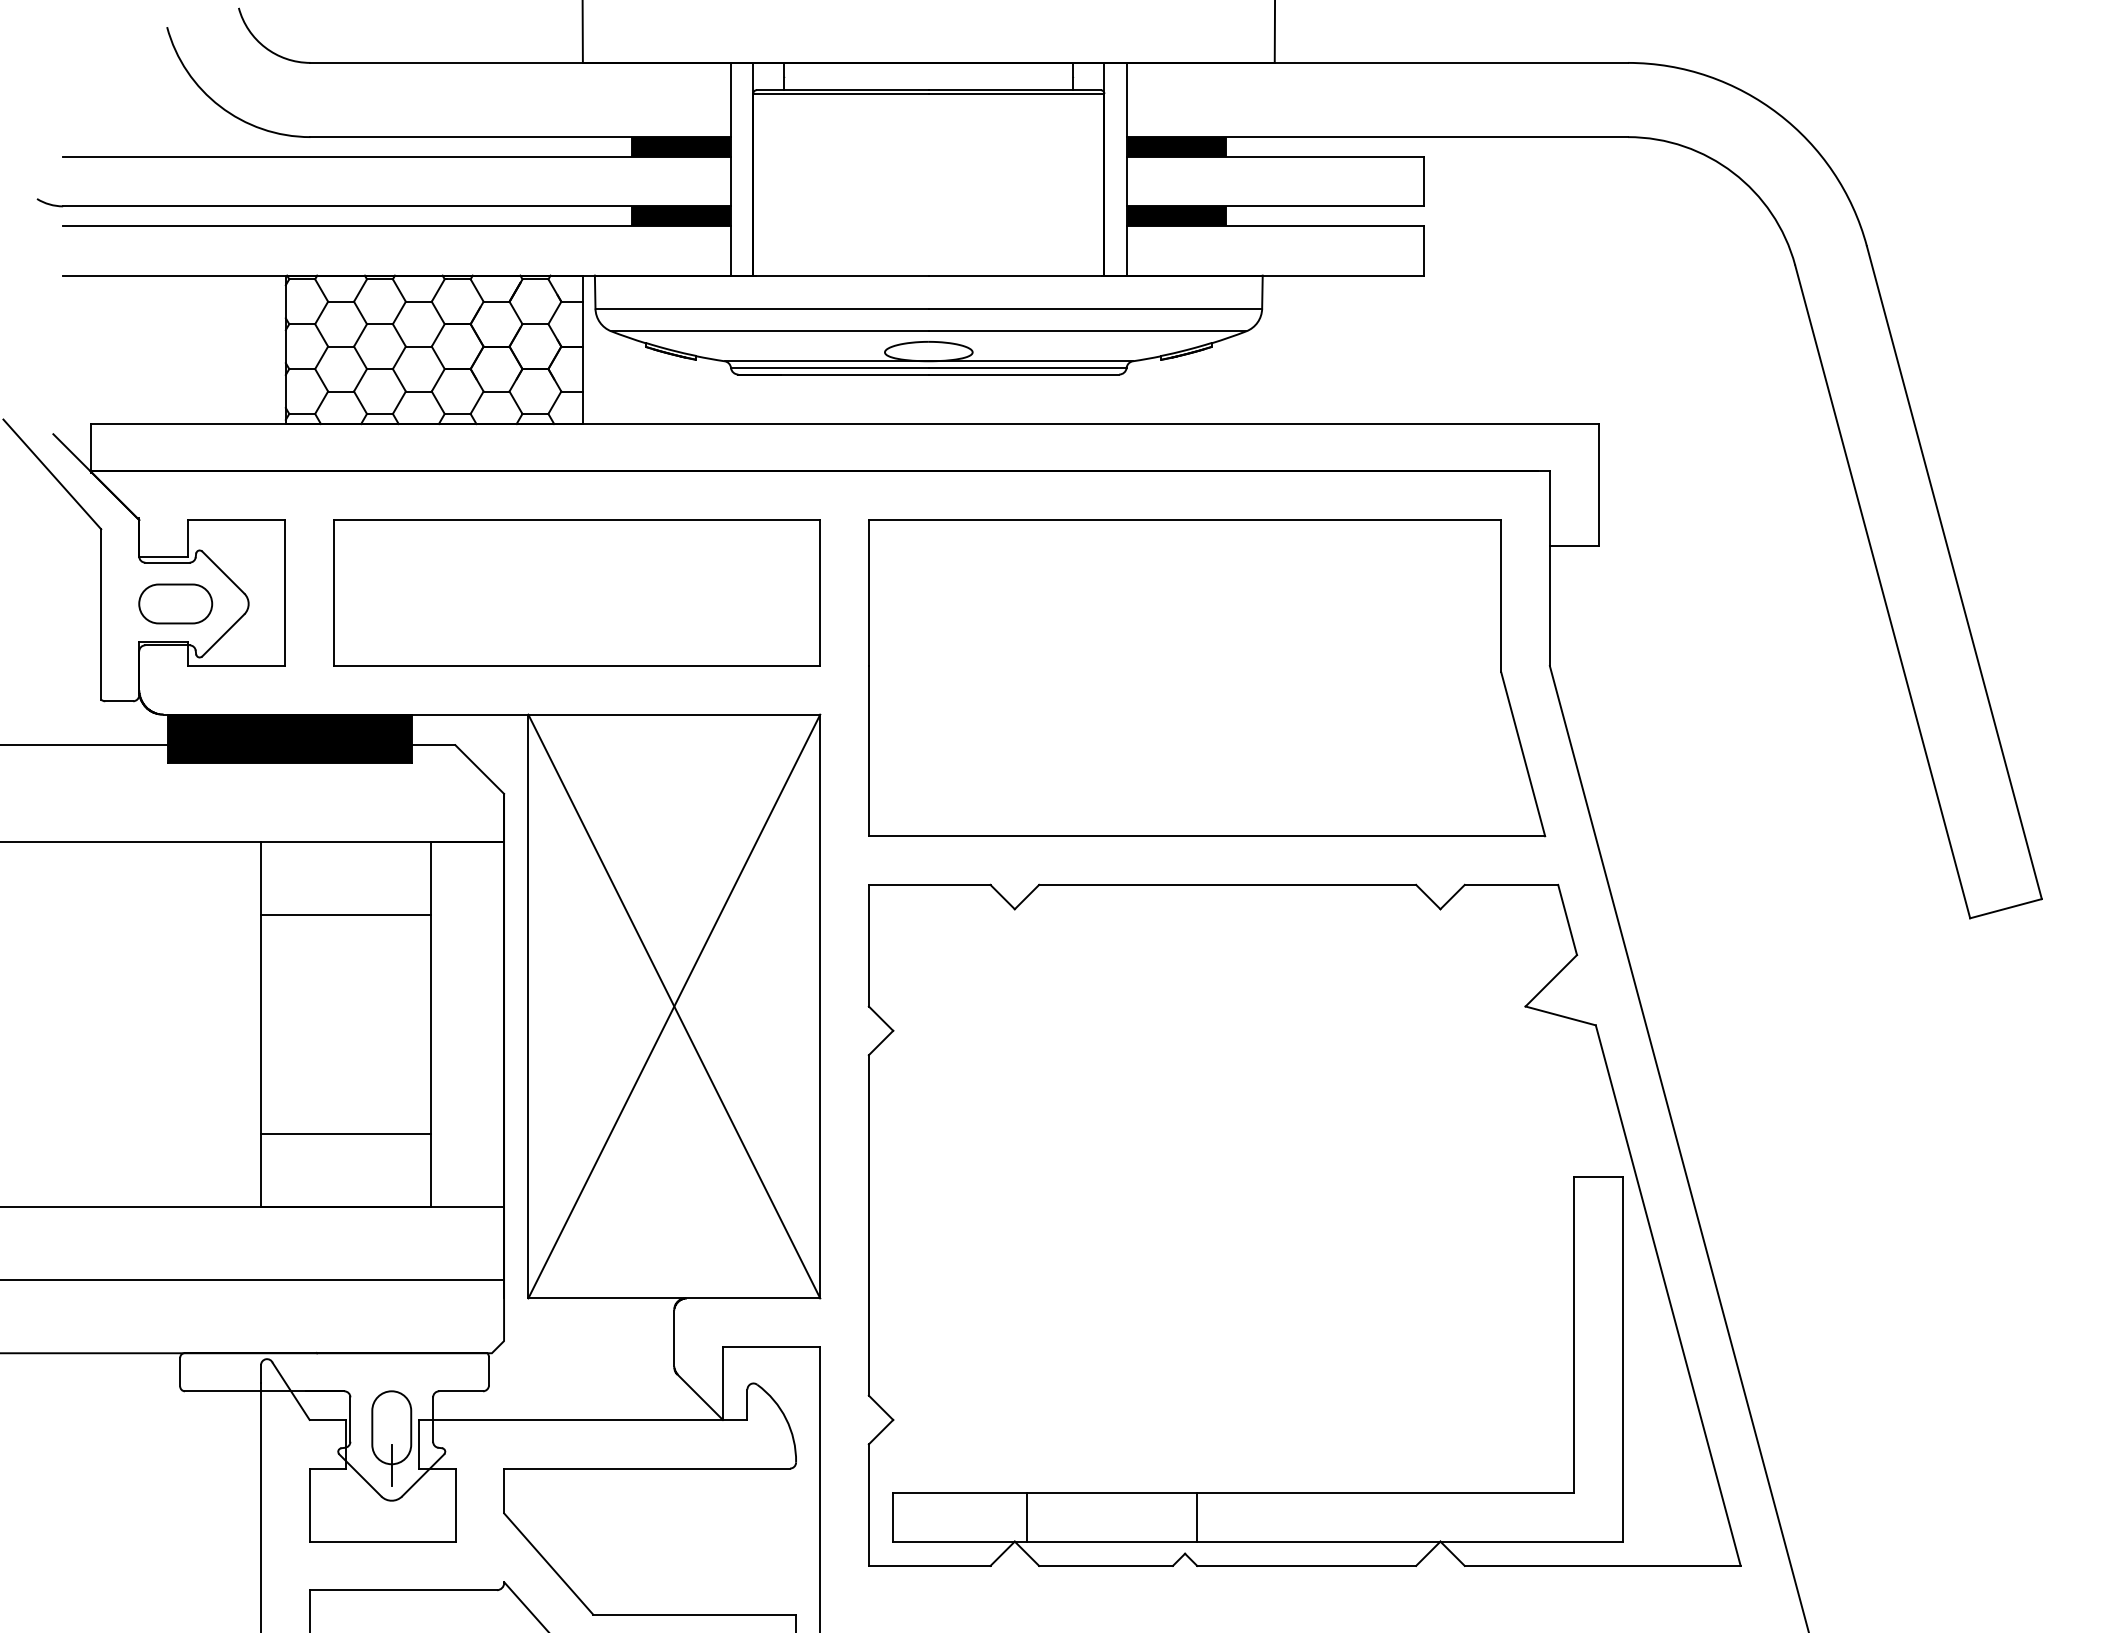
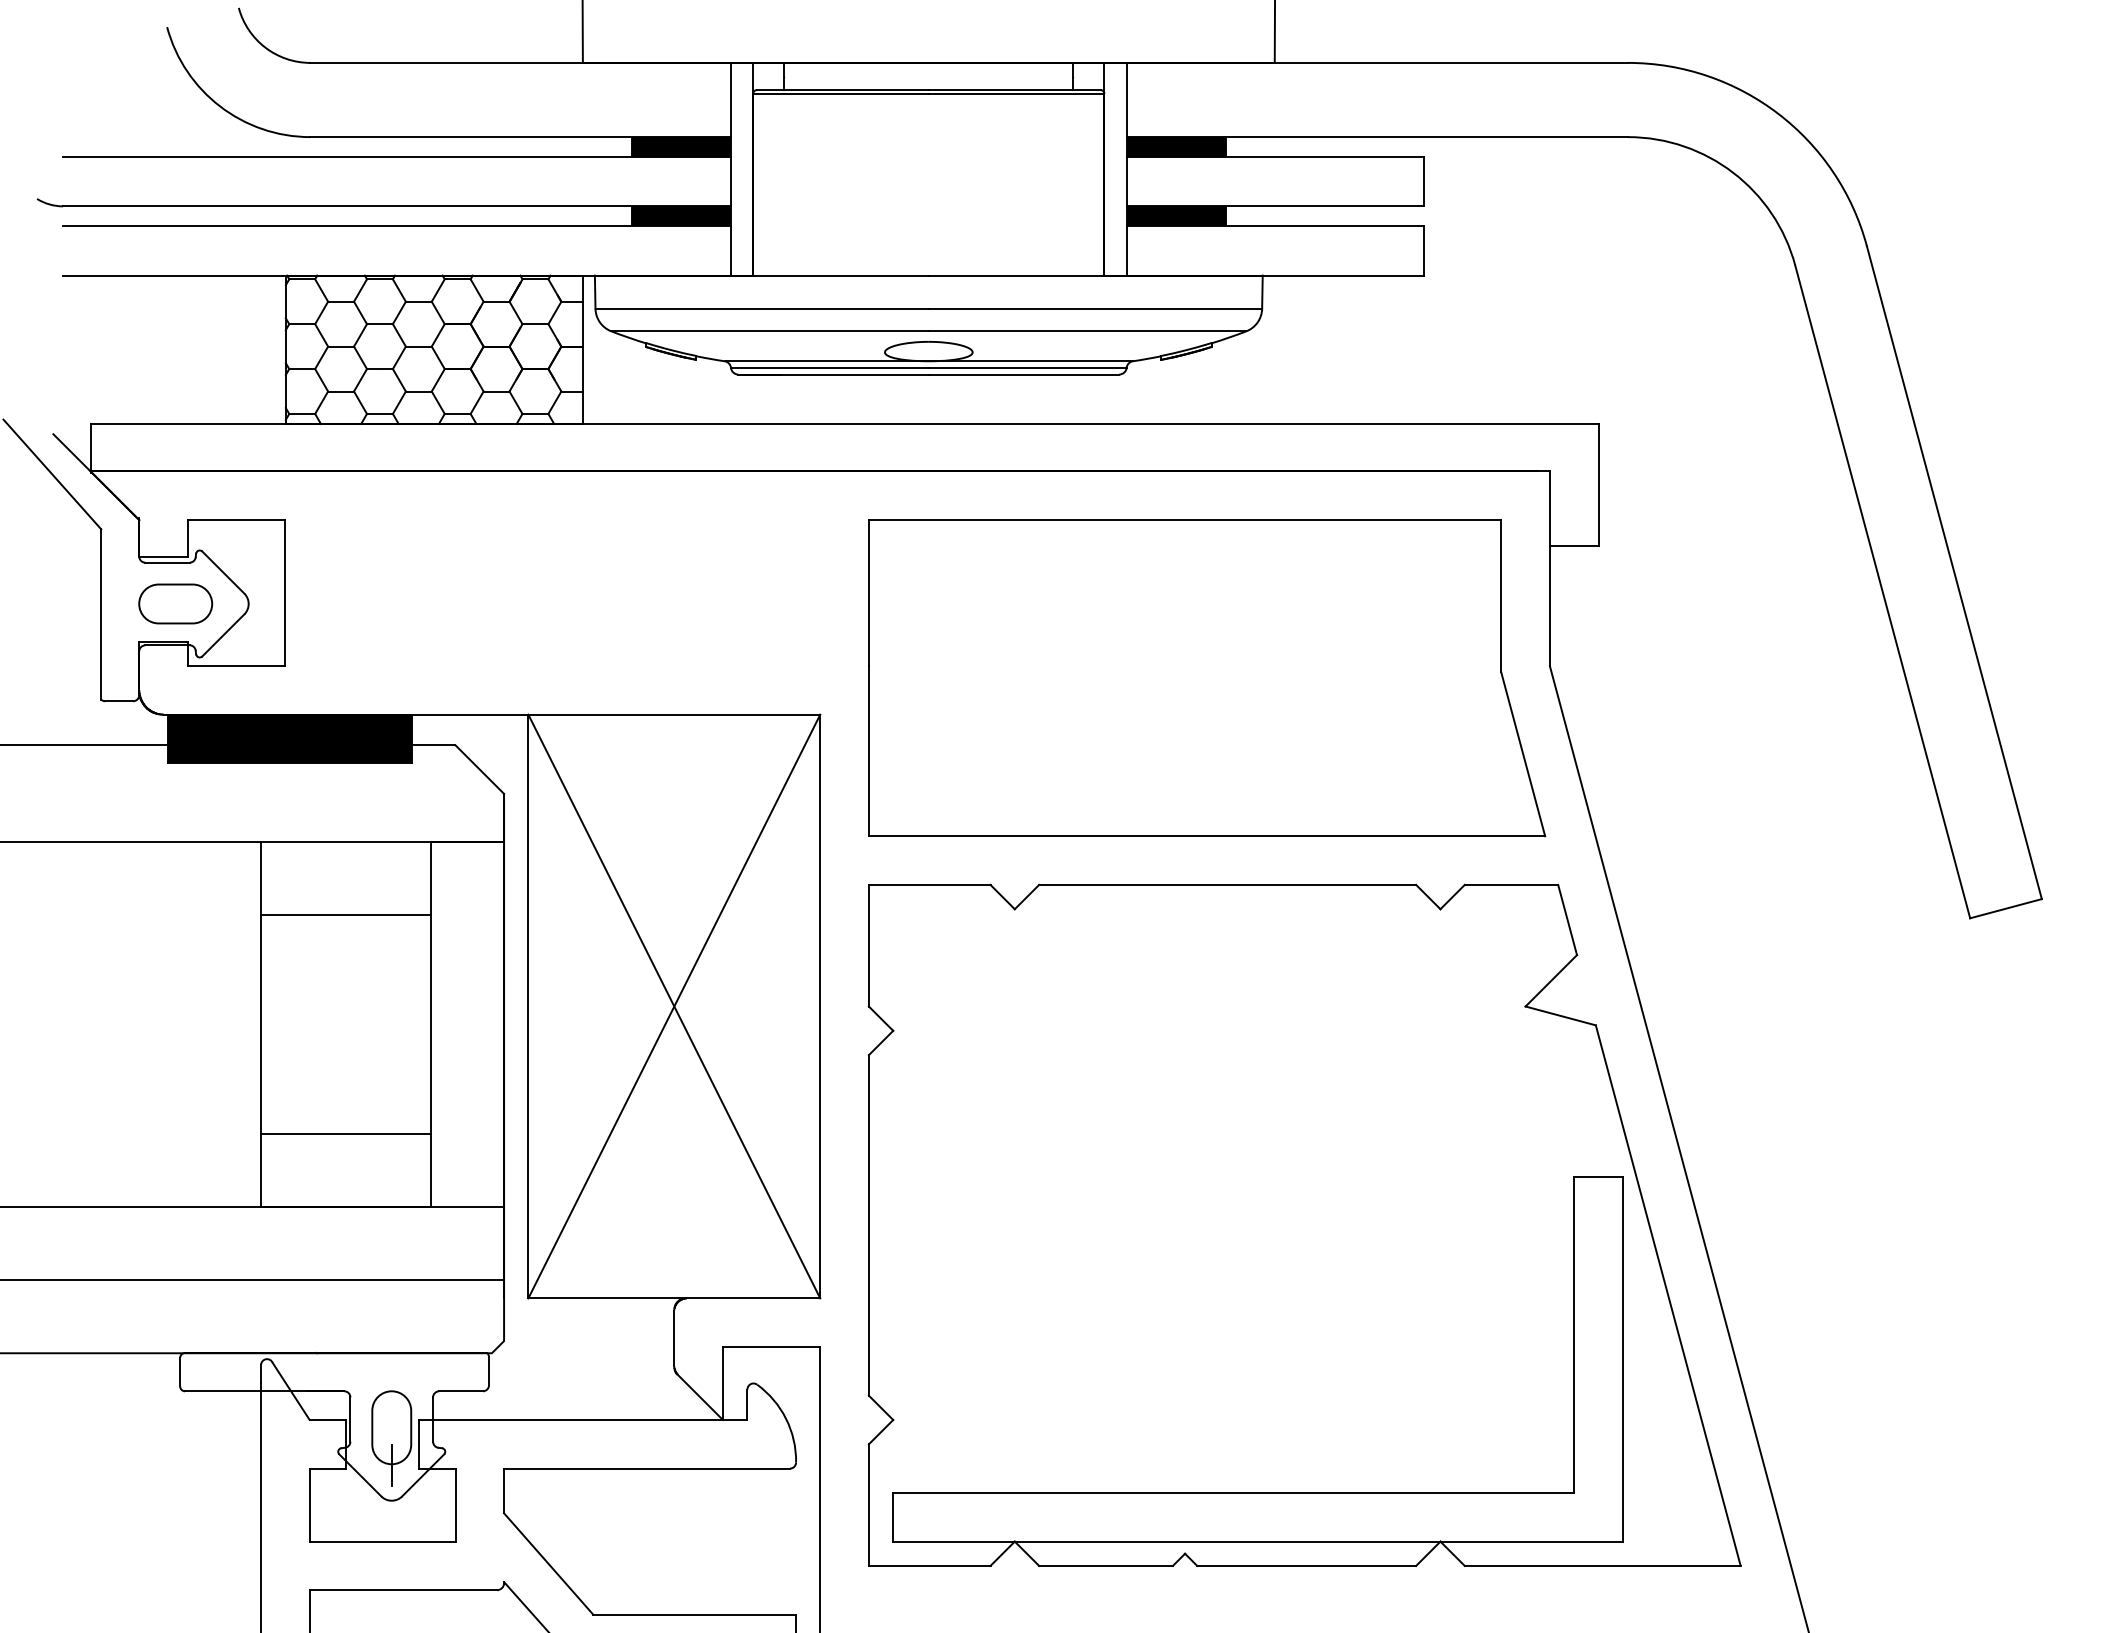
part at (576, 592): present -> none
line at (1026, 1516): present -> none
line at (1197, 1516): present -> none
